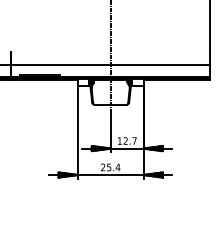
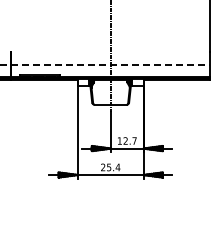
line at (105, 64): solid -> dashed
